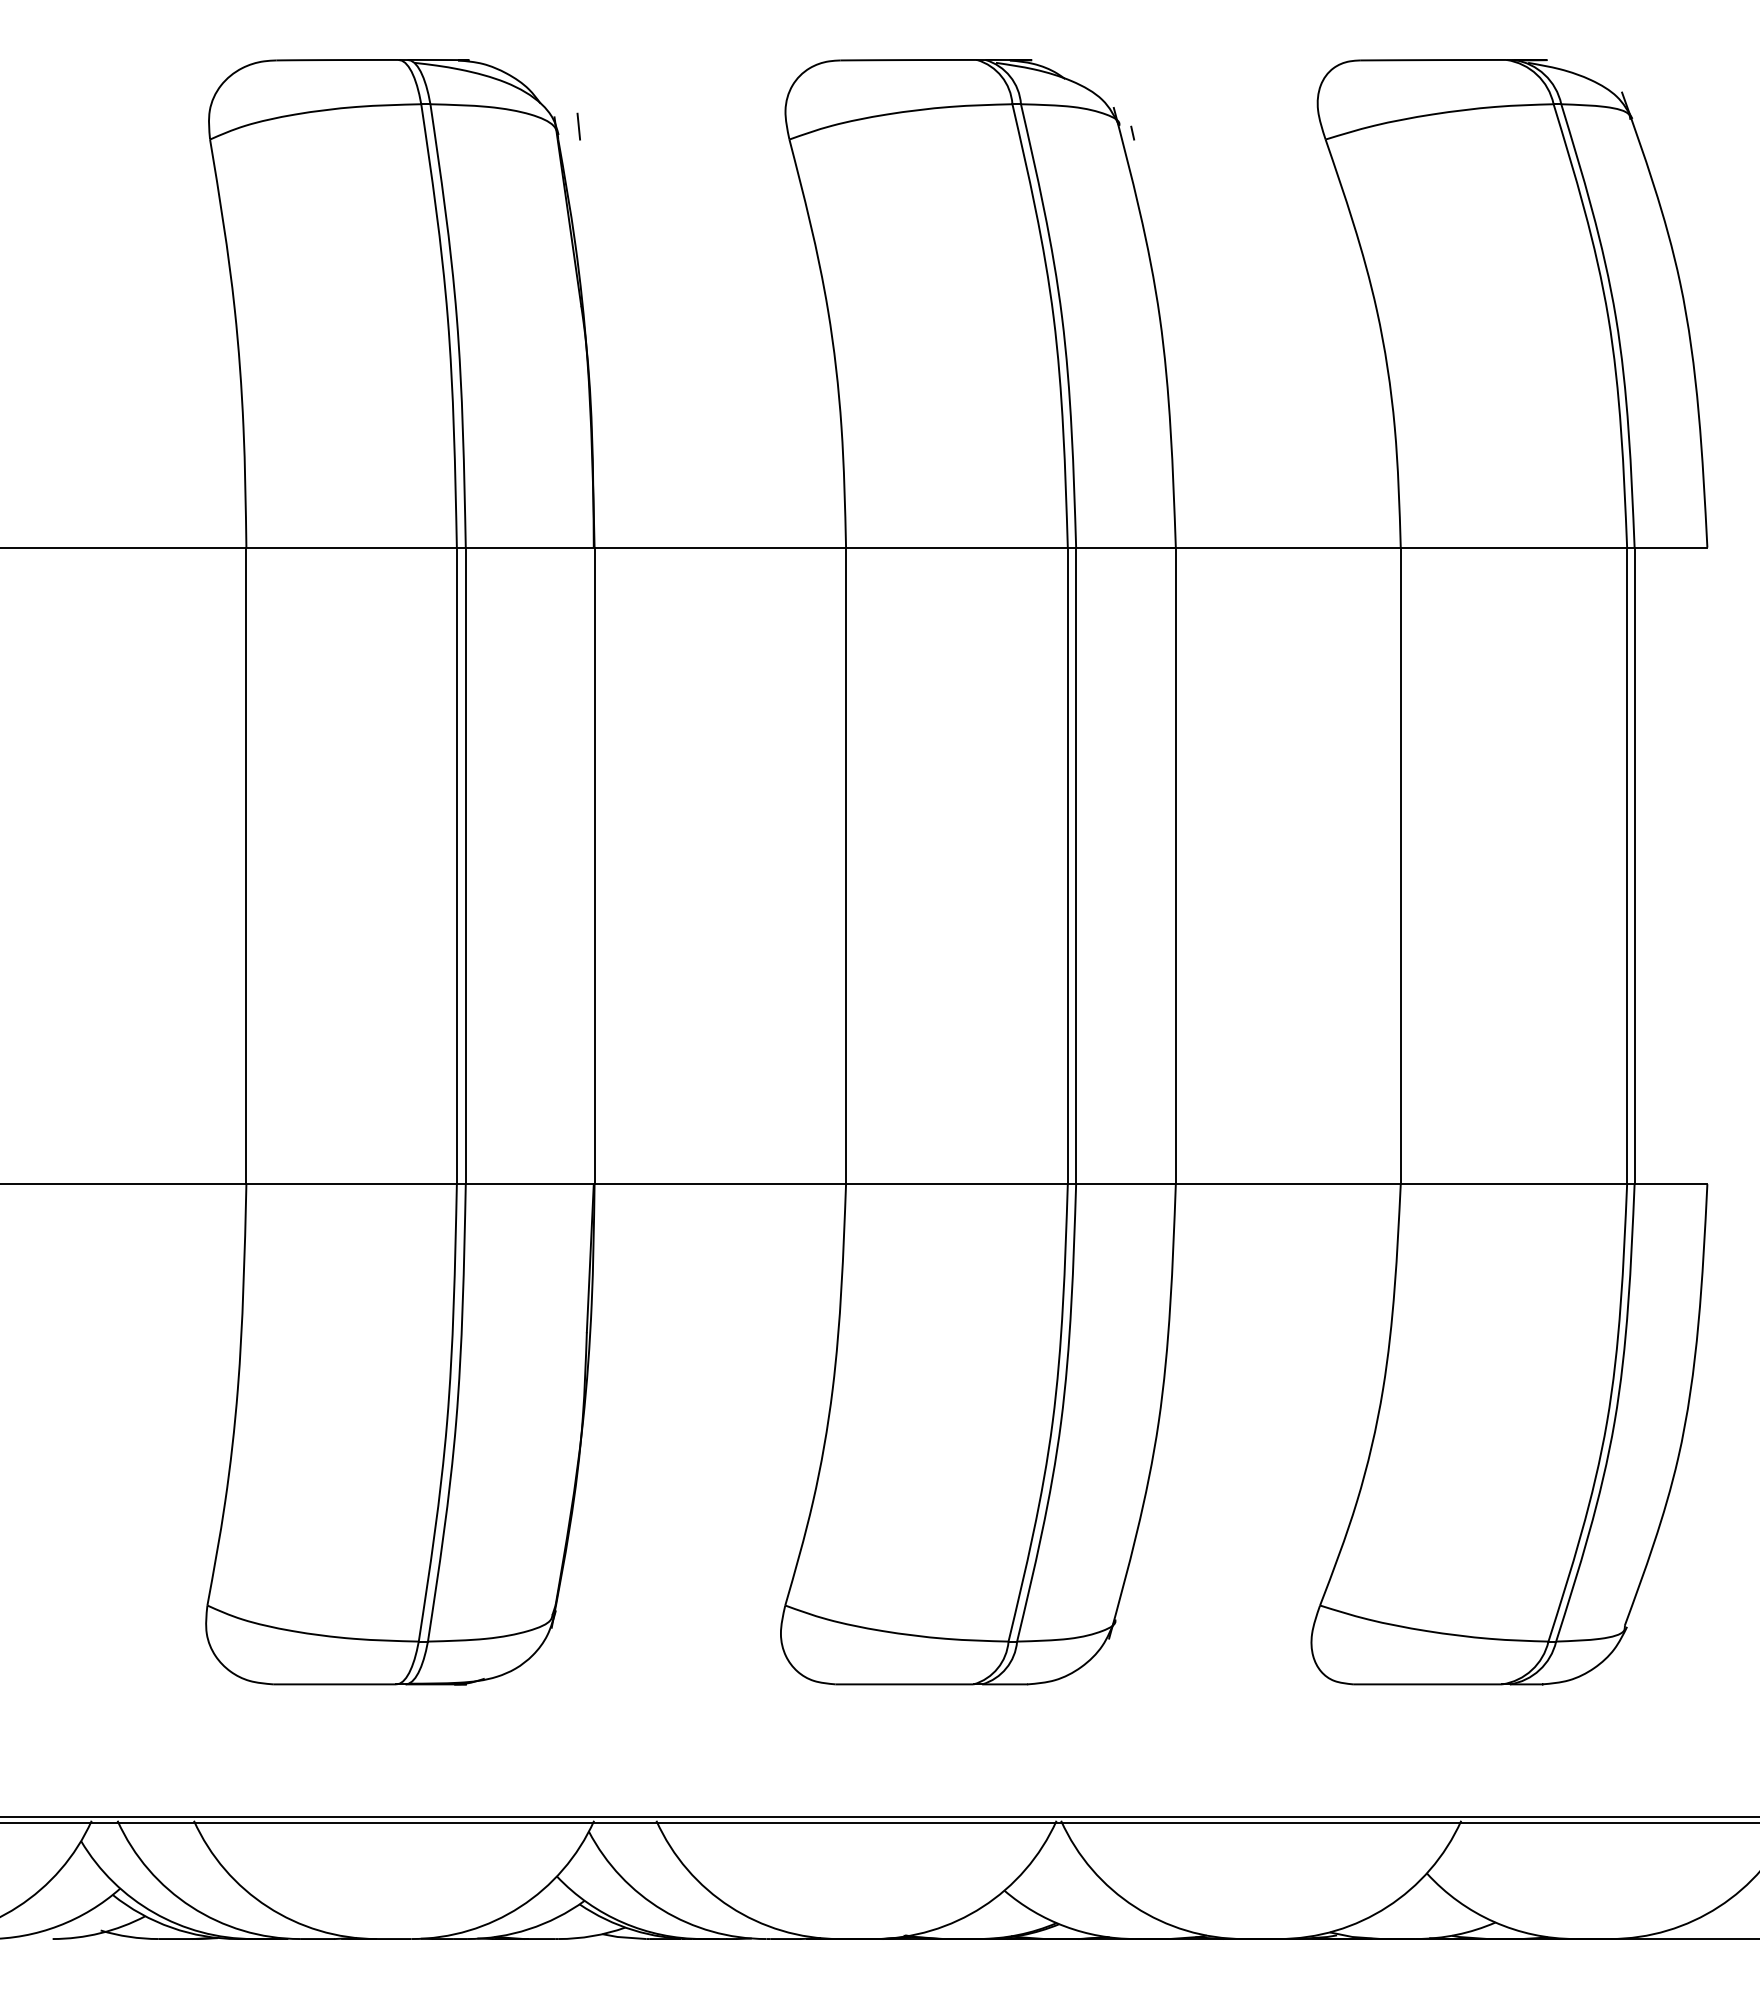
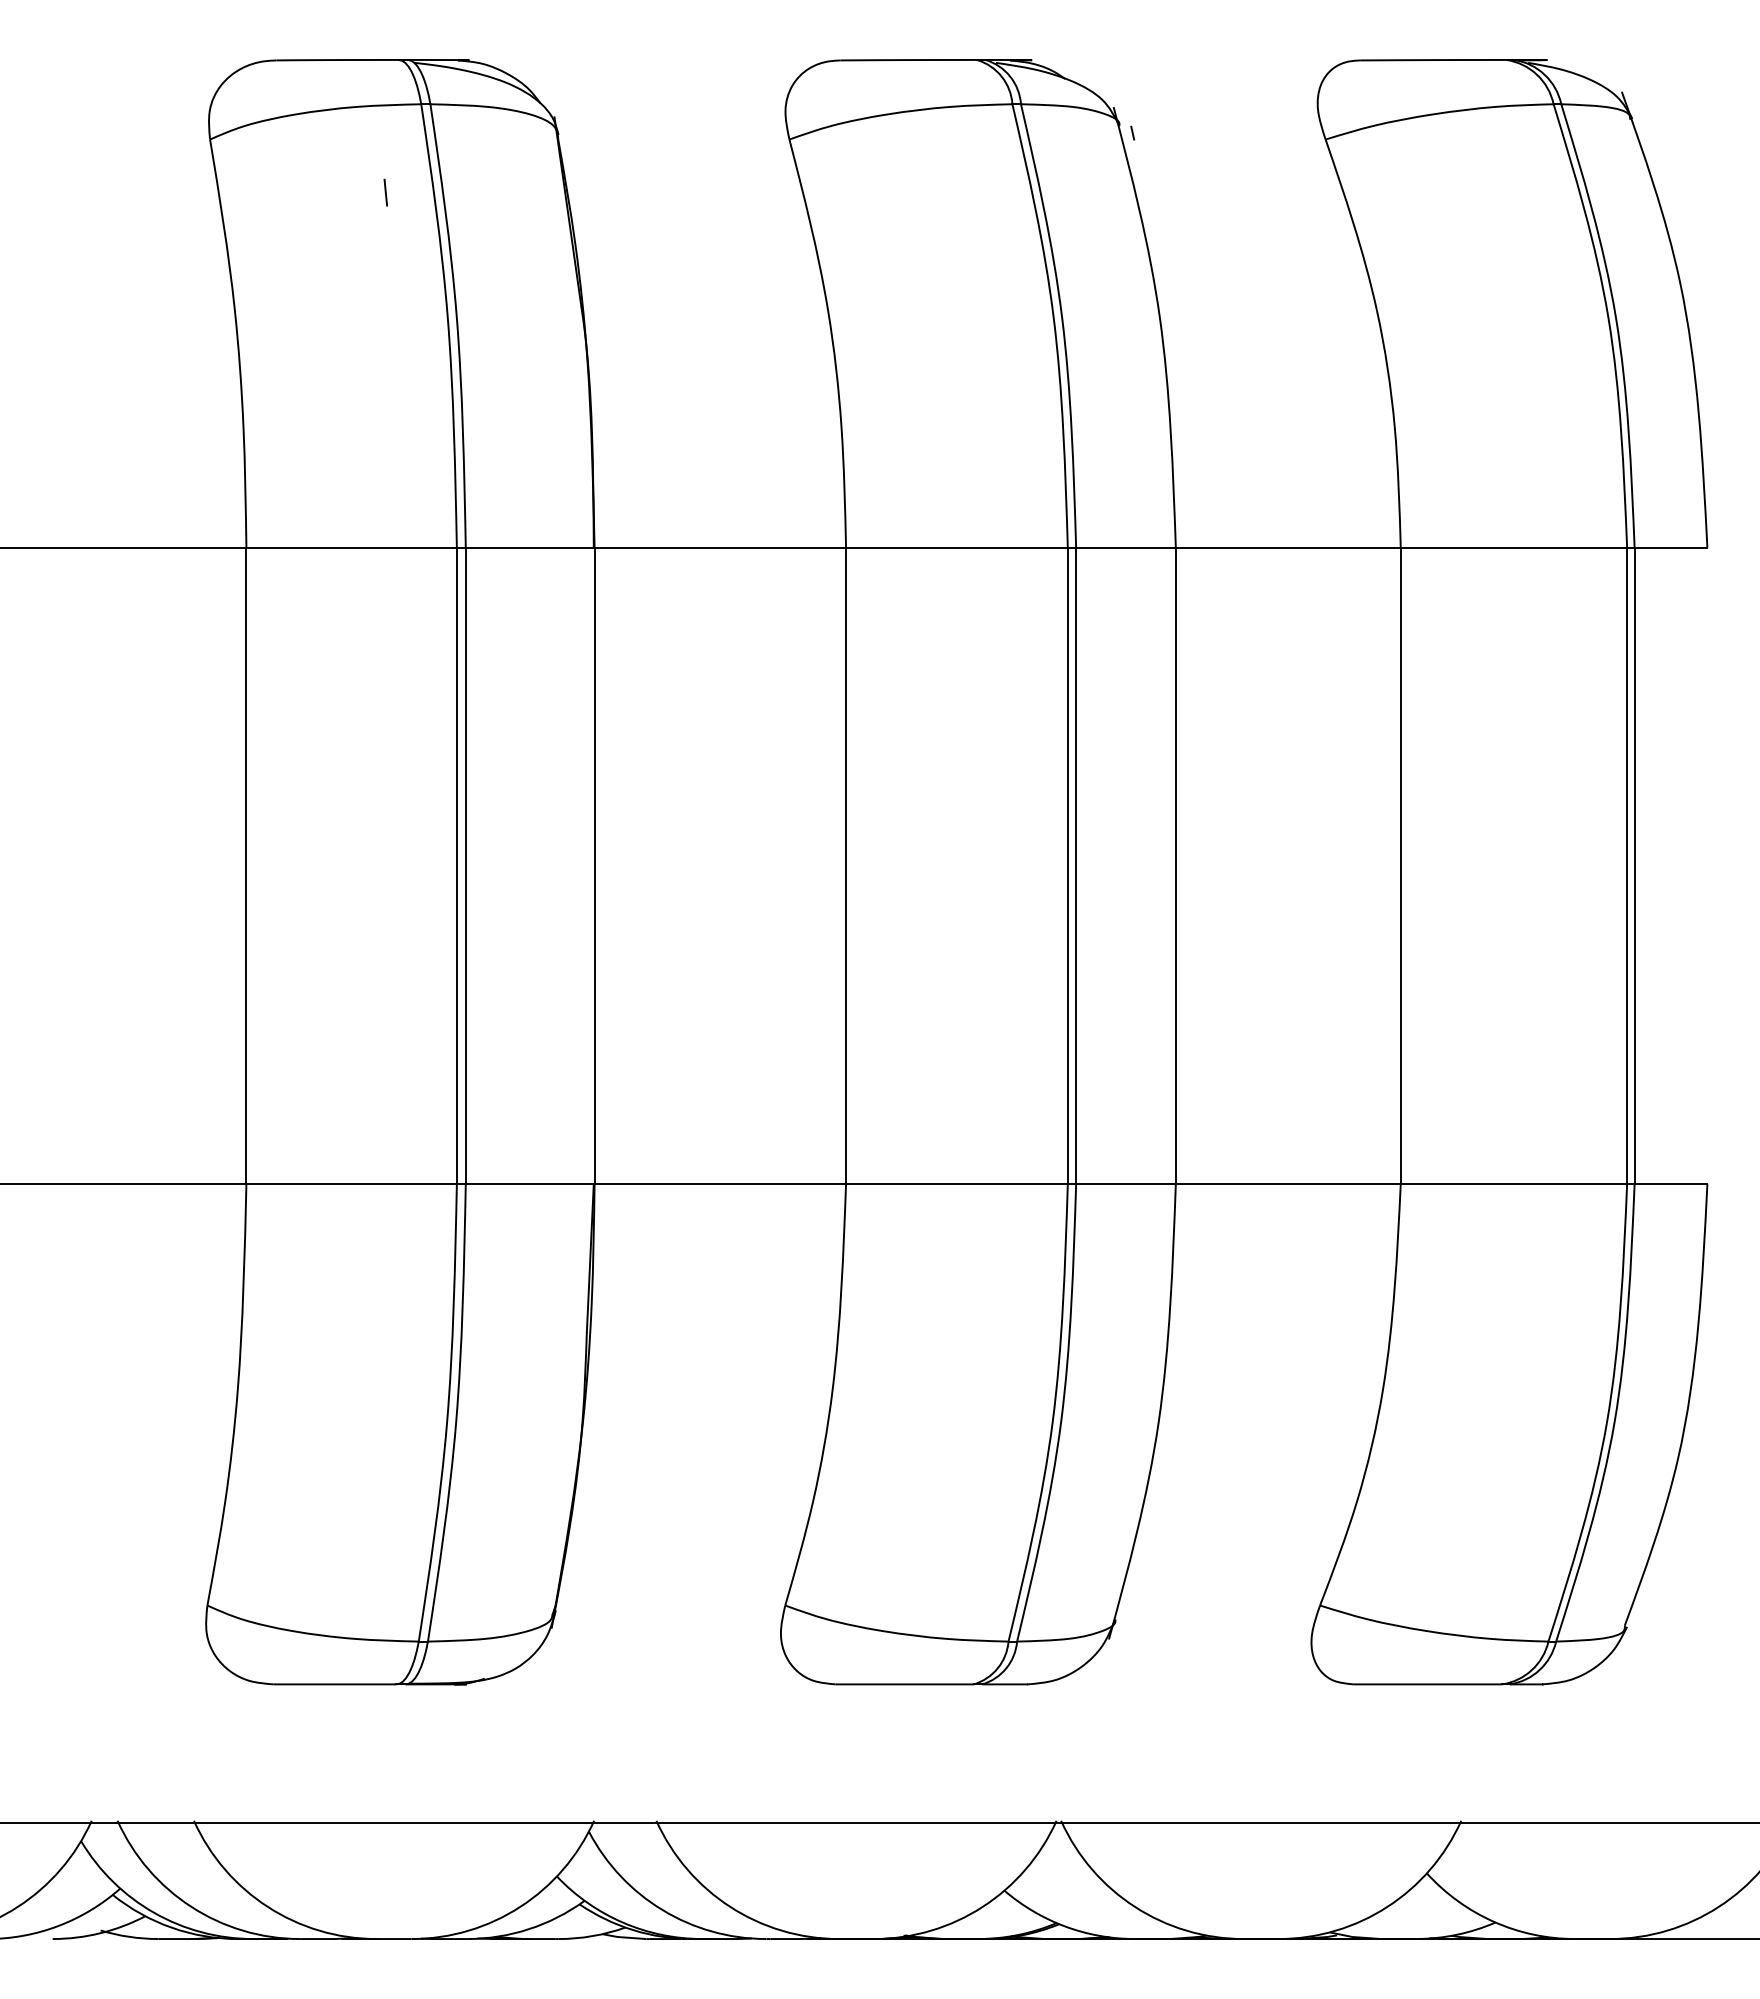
line at (578, 126) position: (578, 126) -> (385, 192)
line at (879, 1817): present -> none
